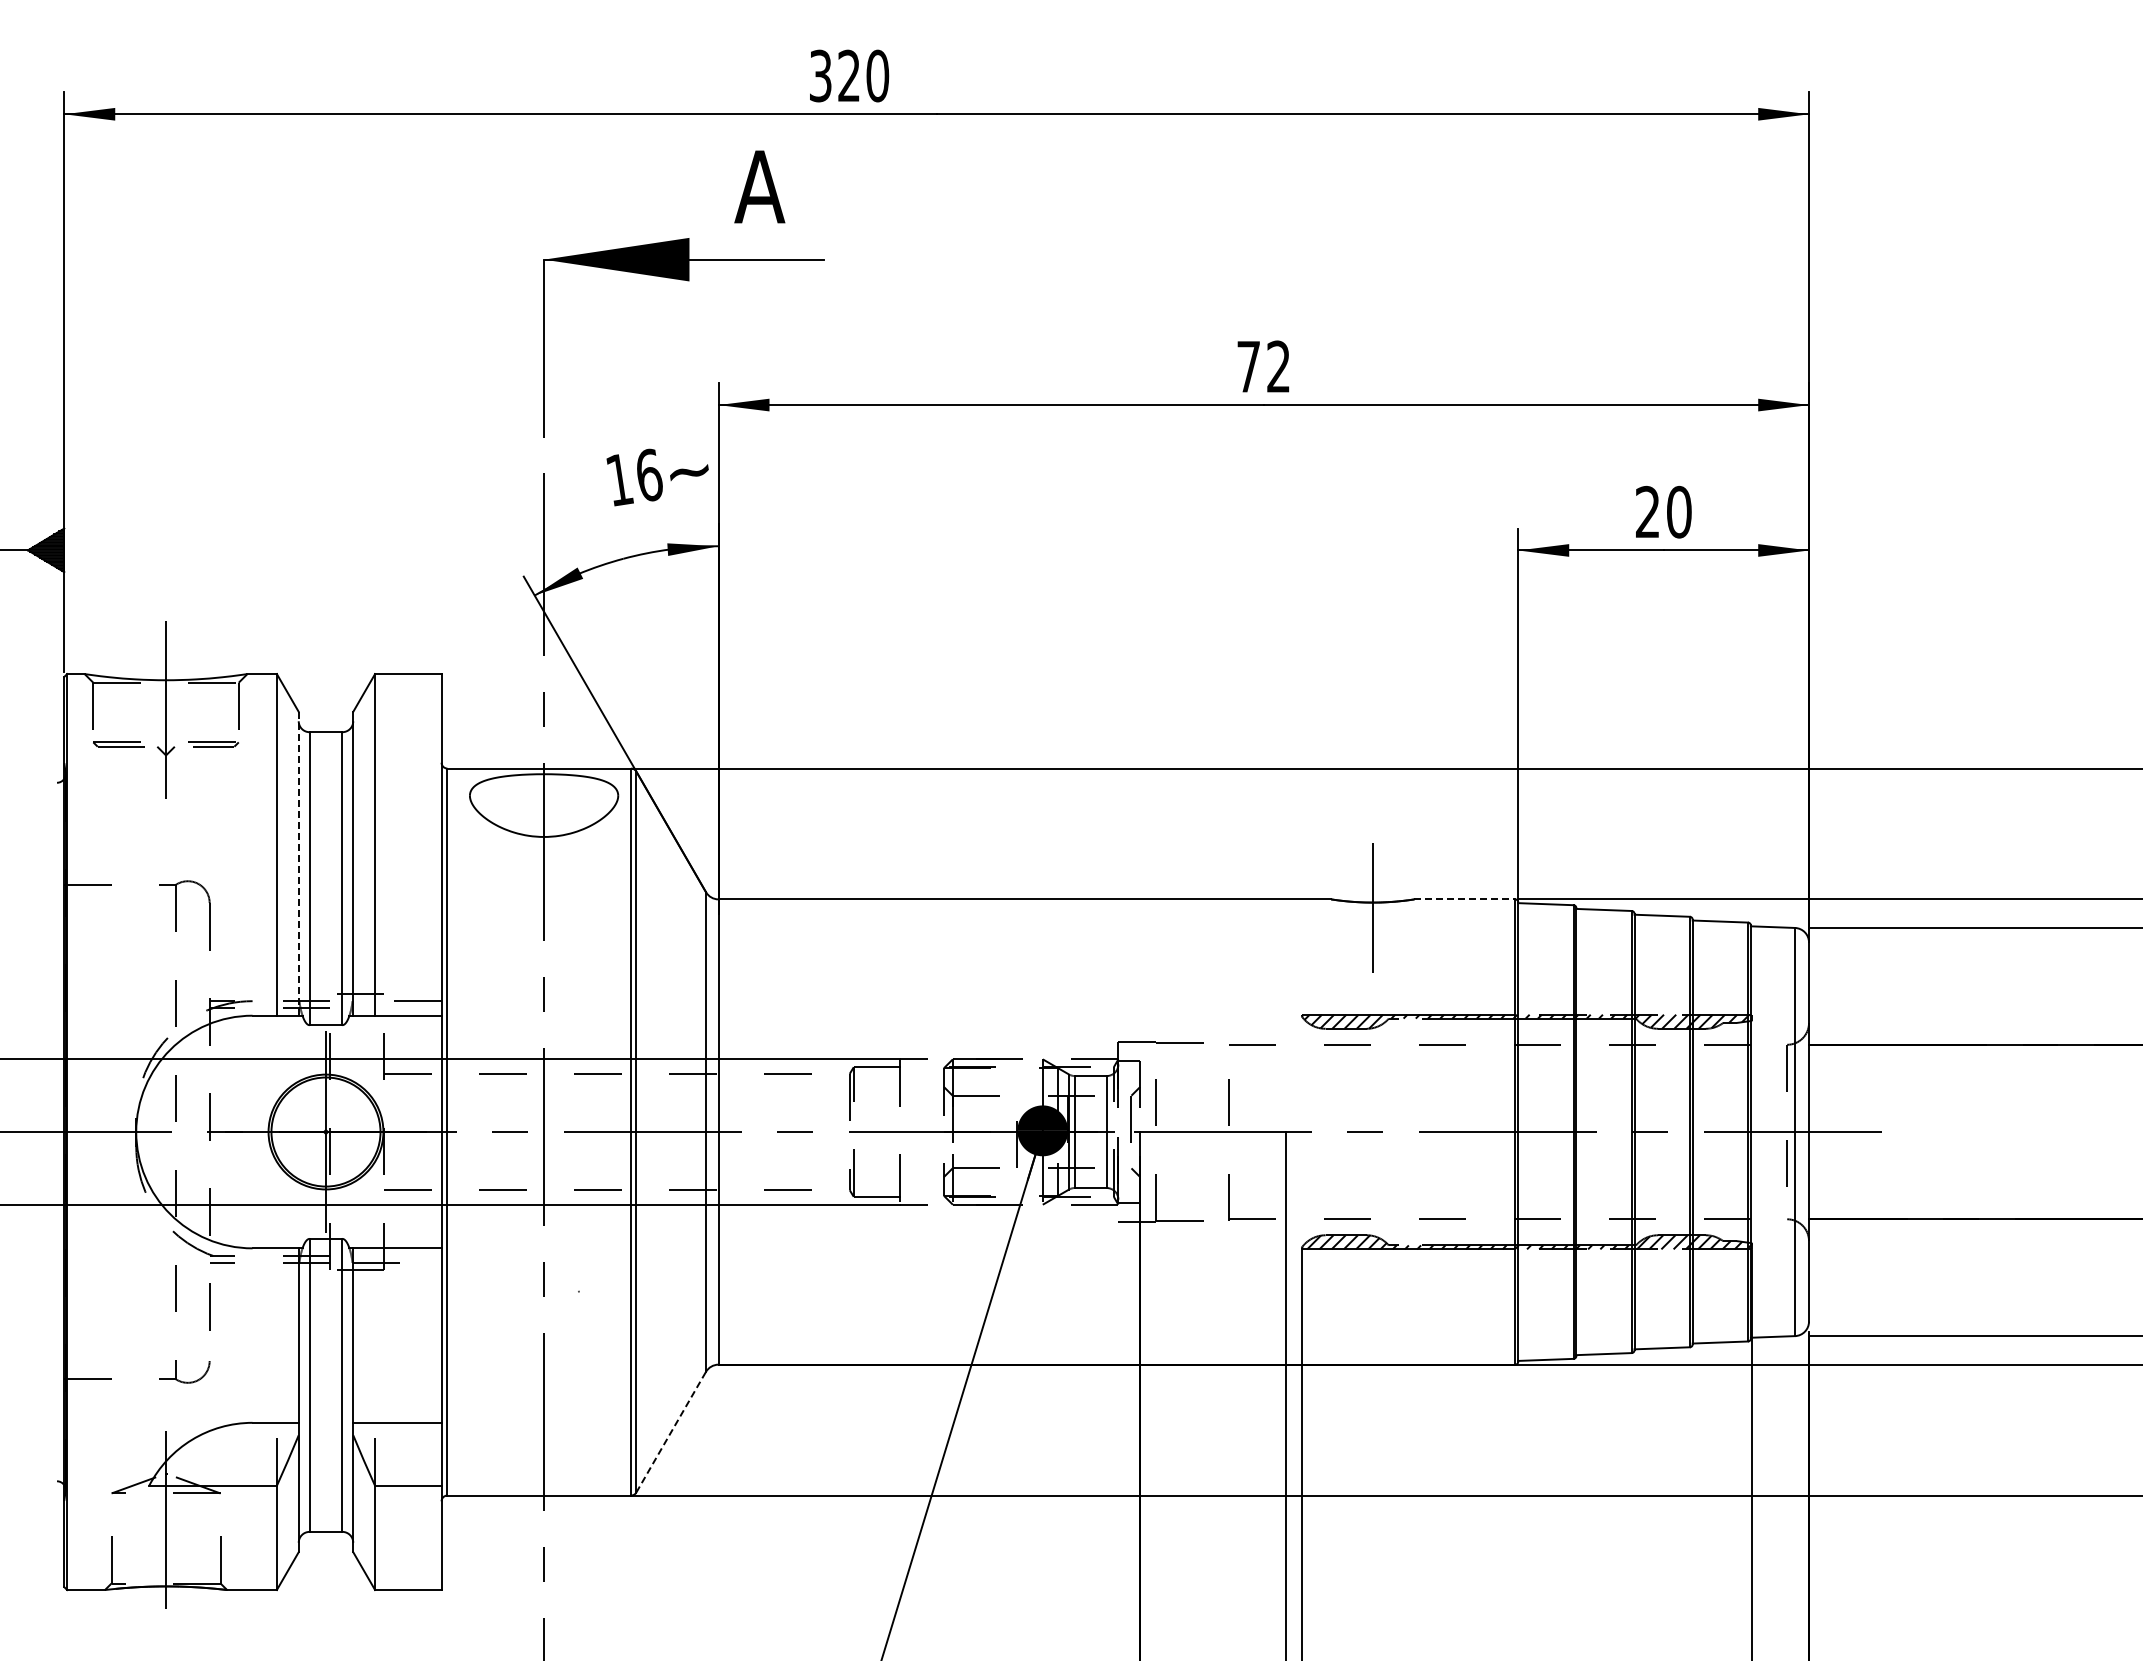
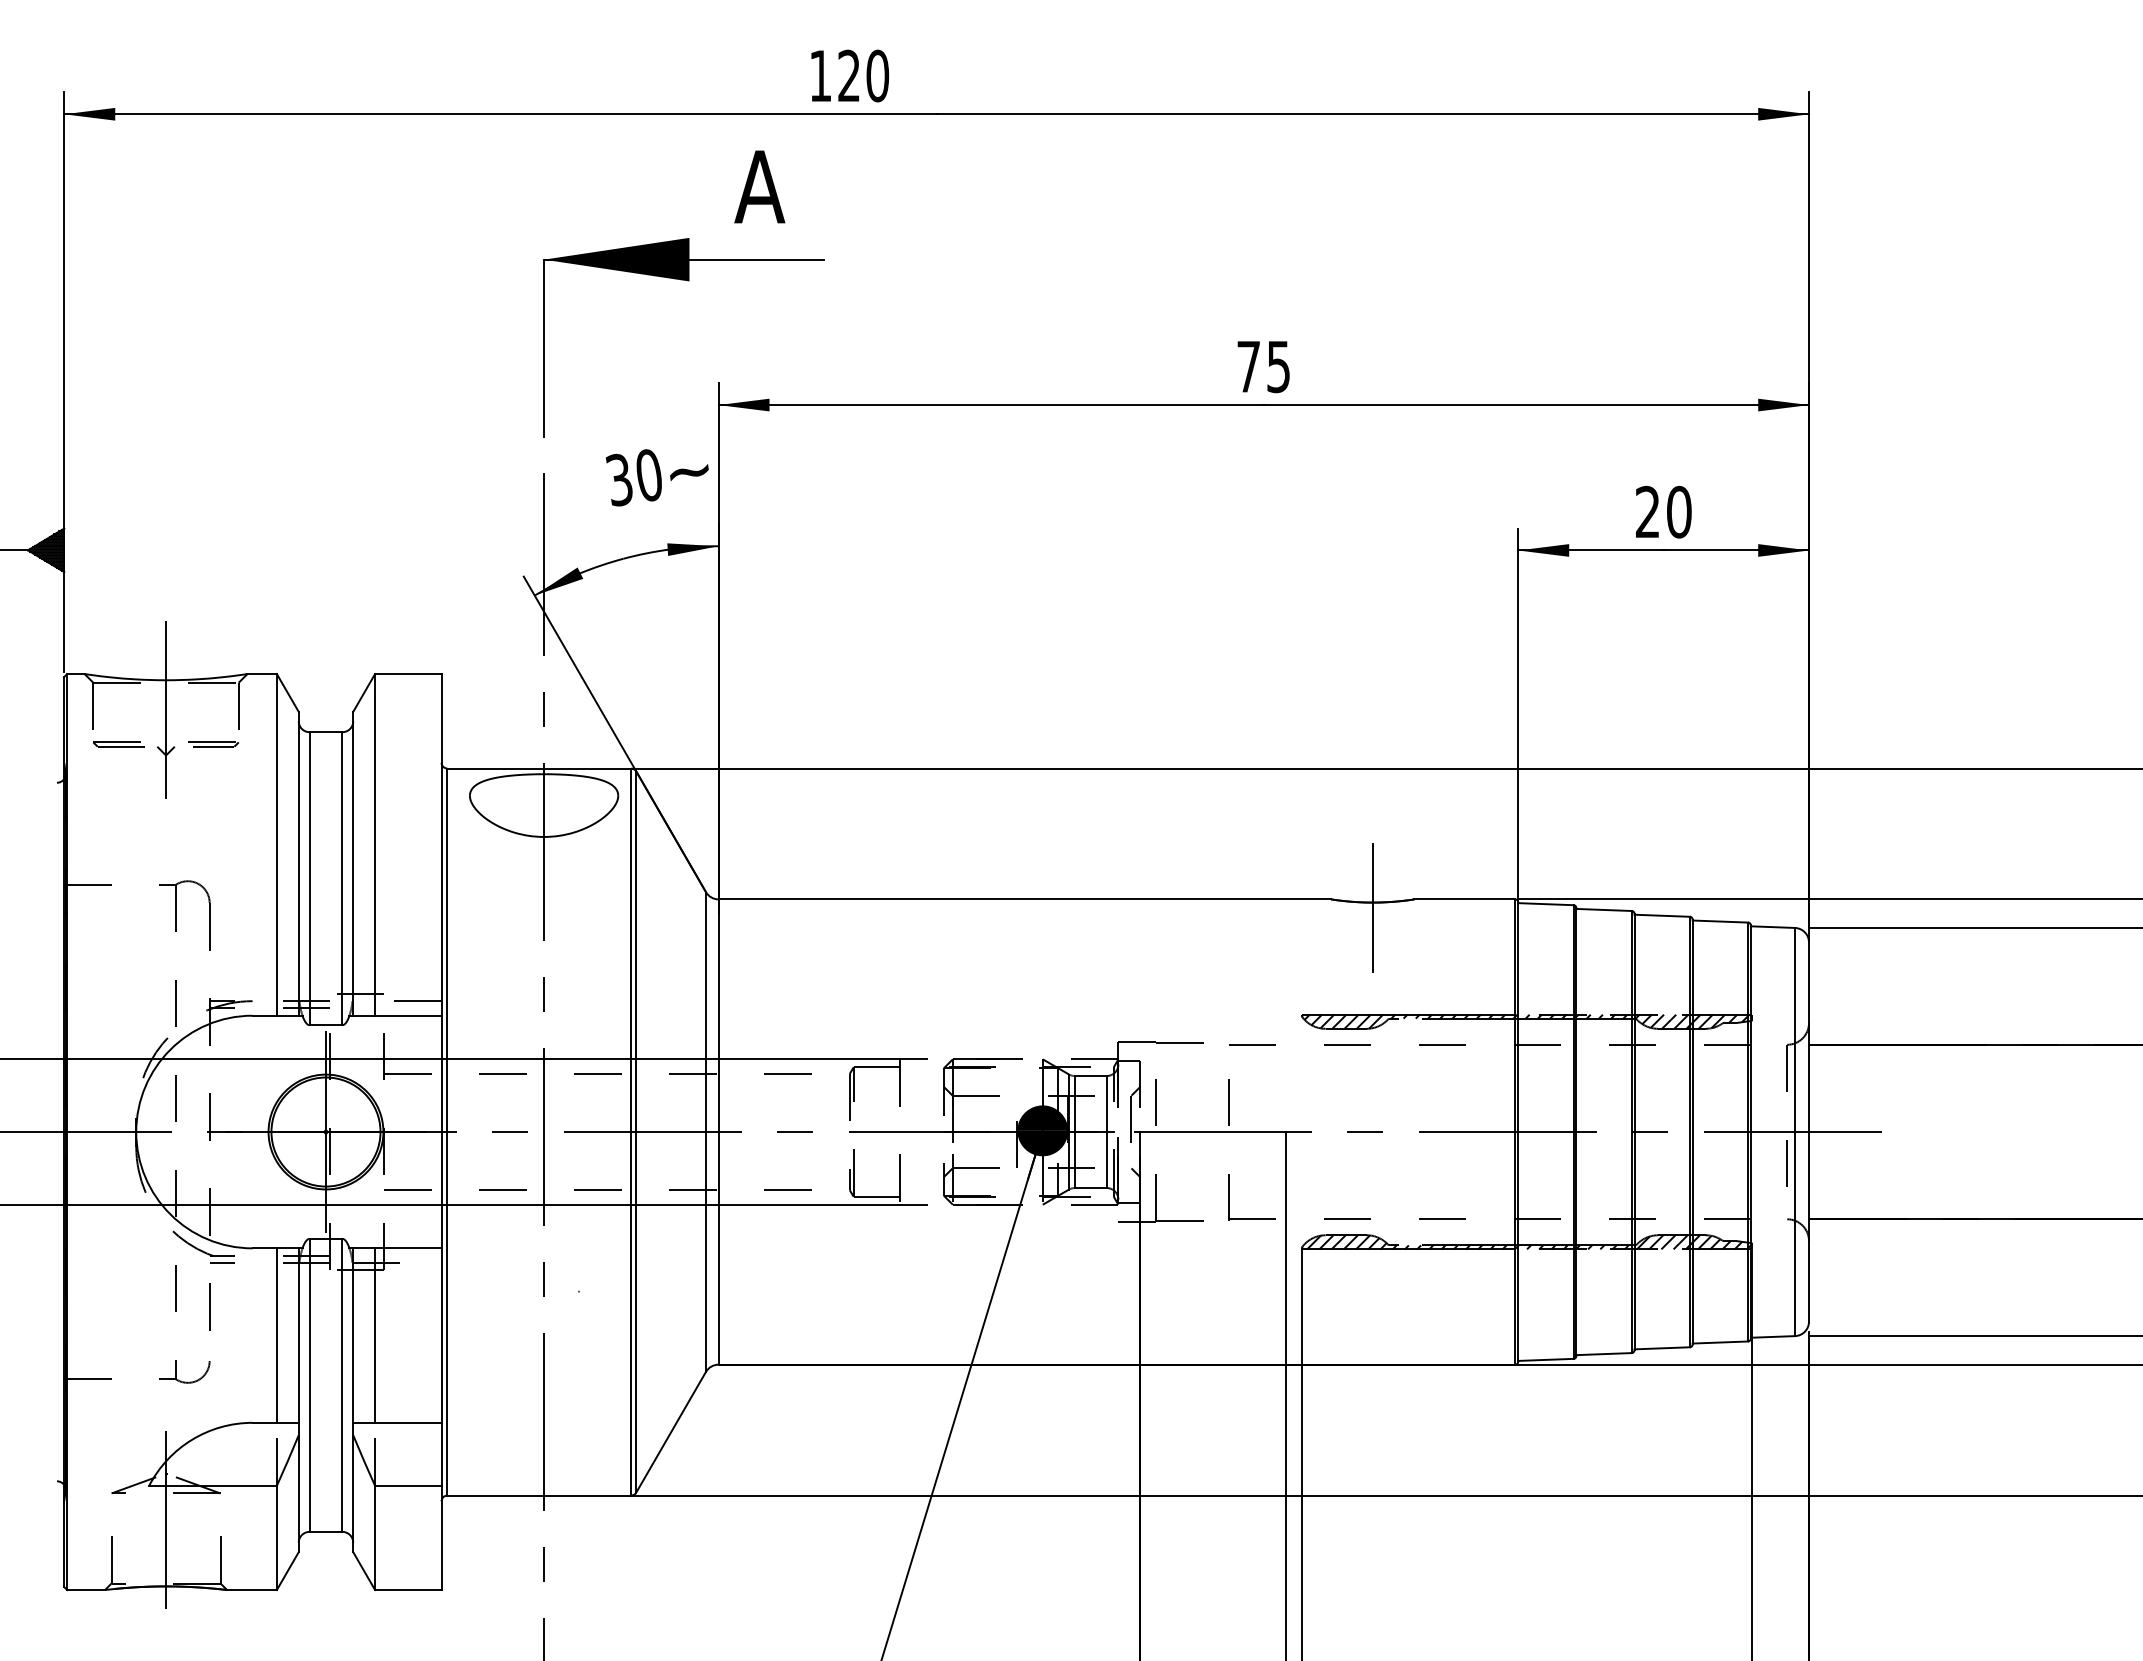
text at (820, 75): 320 -> 120
text at (1278, 366): 72 -> 75
text at (634, 477): 16 -> 30
line at (298, 863): dashed -> solid
line at (1465, 899): dashed -> solid
line at (276, 1335): none -> present
line at (375, 1335): none -> present
line at (671, 1432): dashed -> solid
